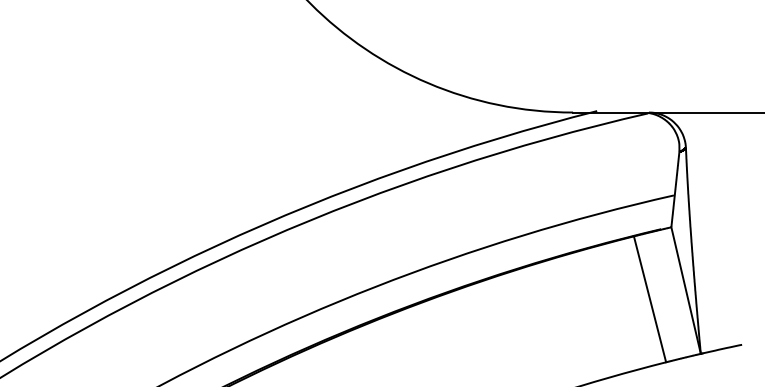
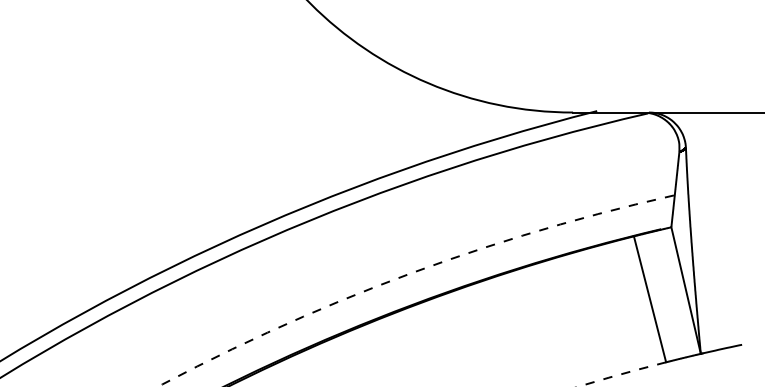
arc at (409, 274): solid -> dashed
arc at (621, 374): solid -> dashed
